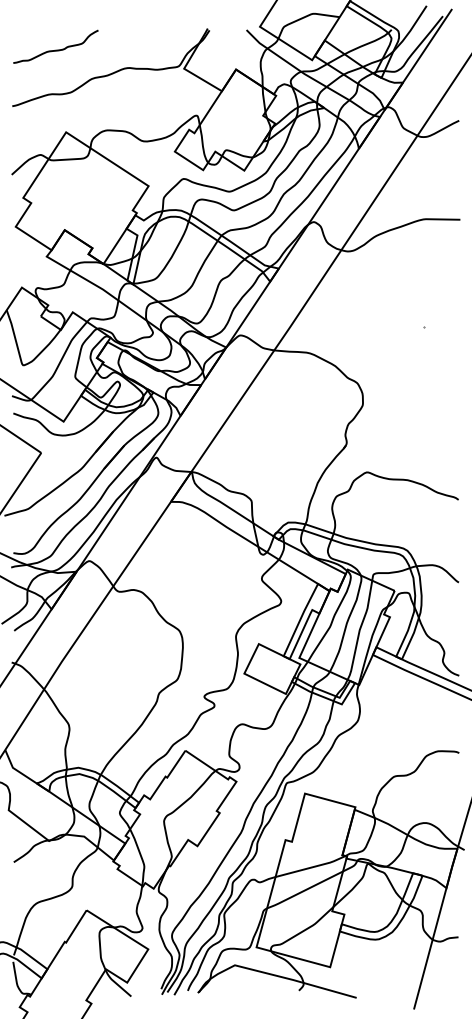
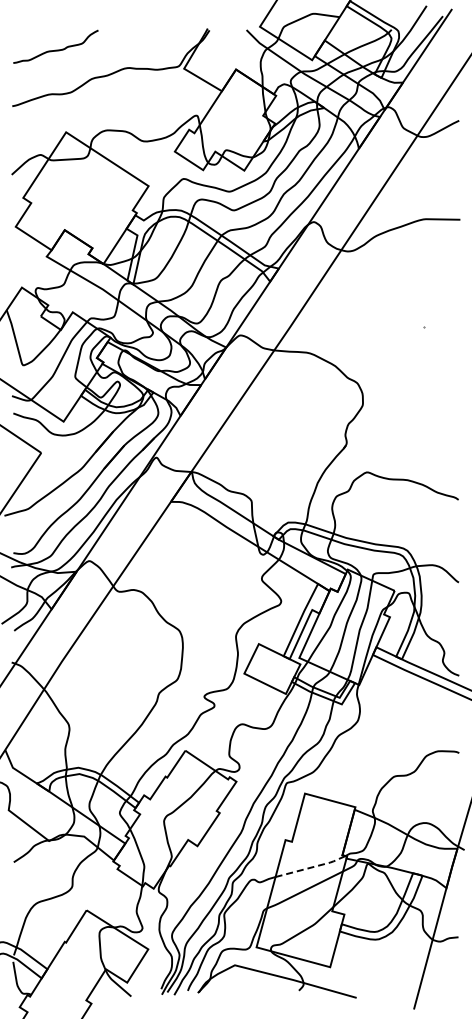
line at (311, 867): solid -> dashed
